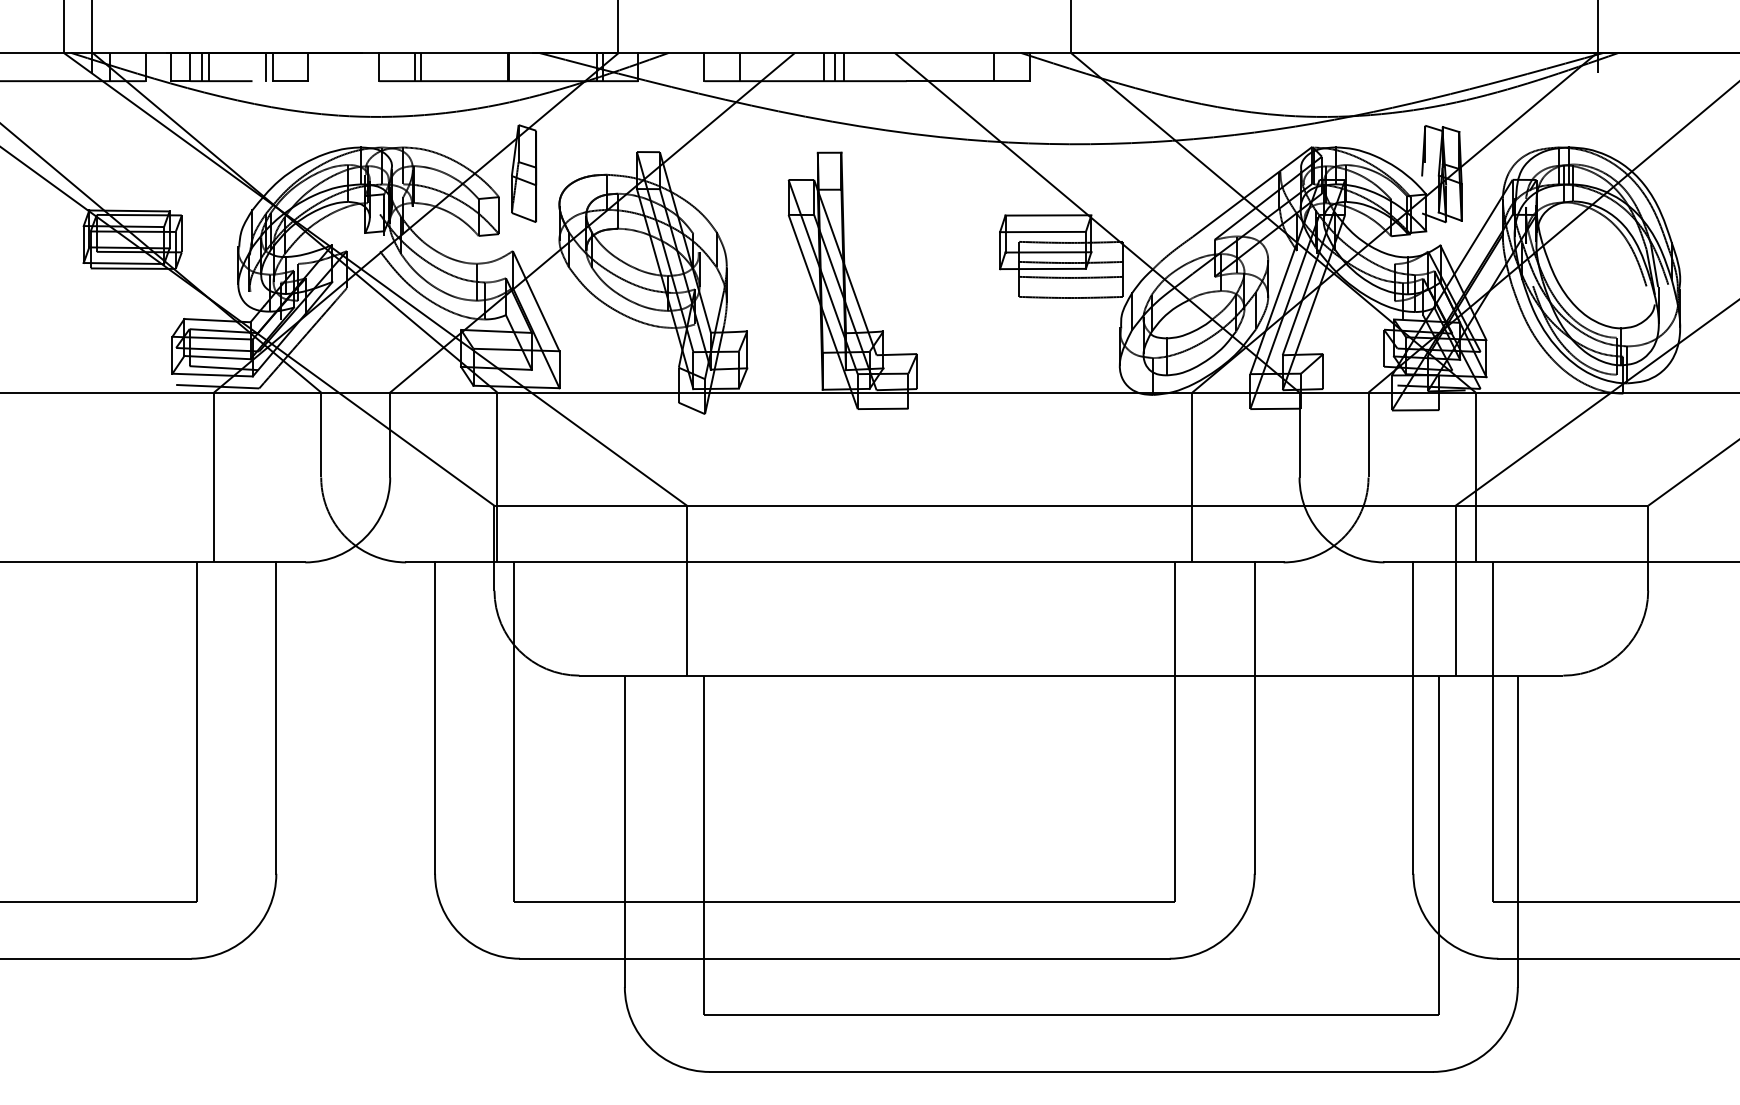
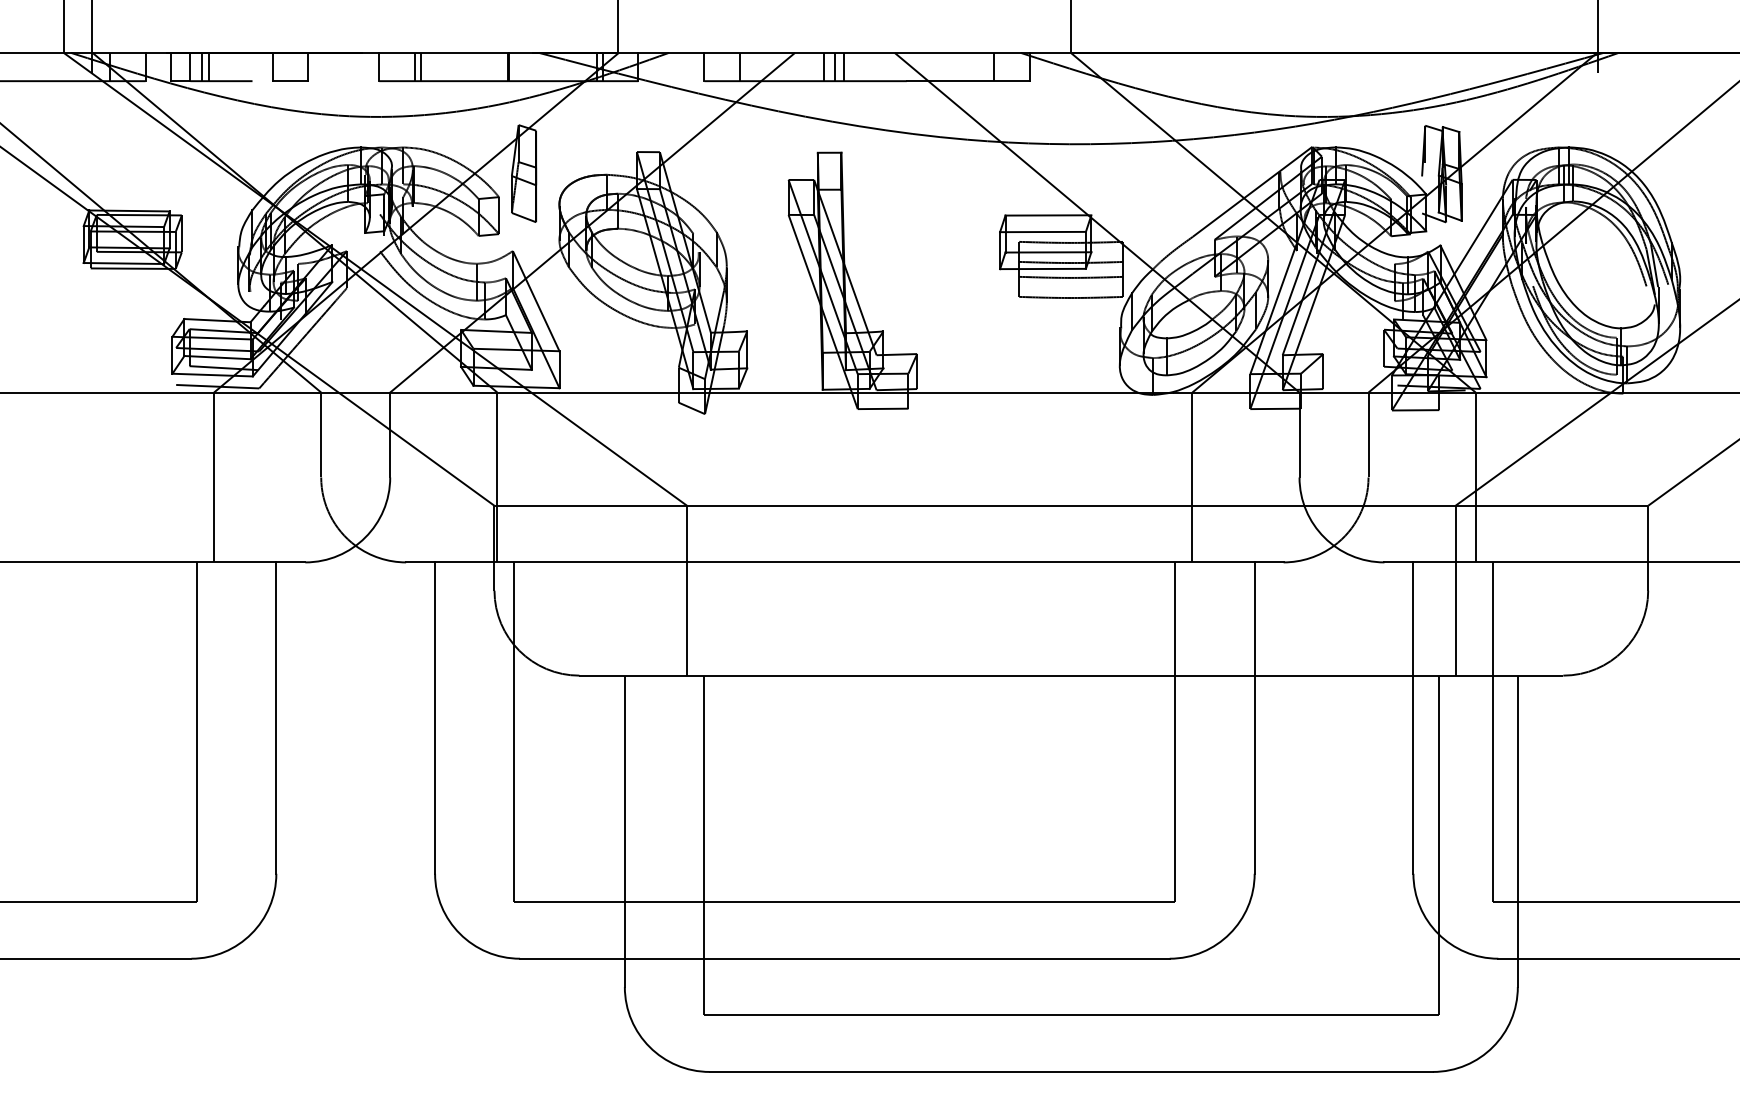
line at (266, 66): present -> none
